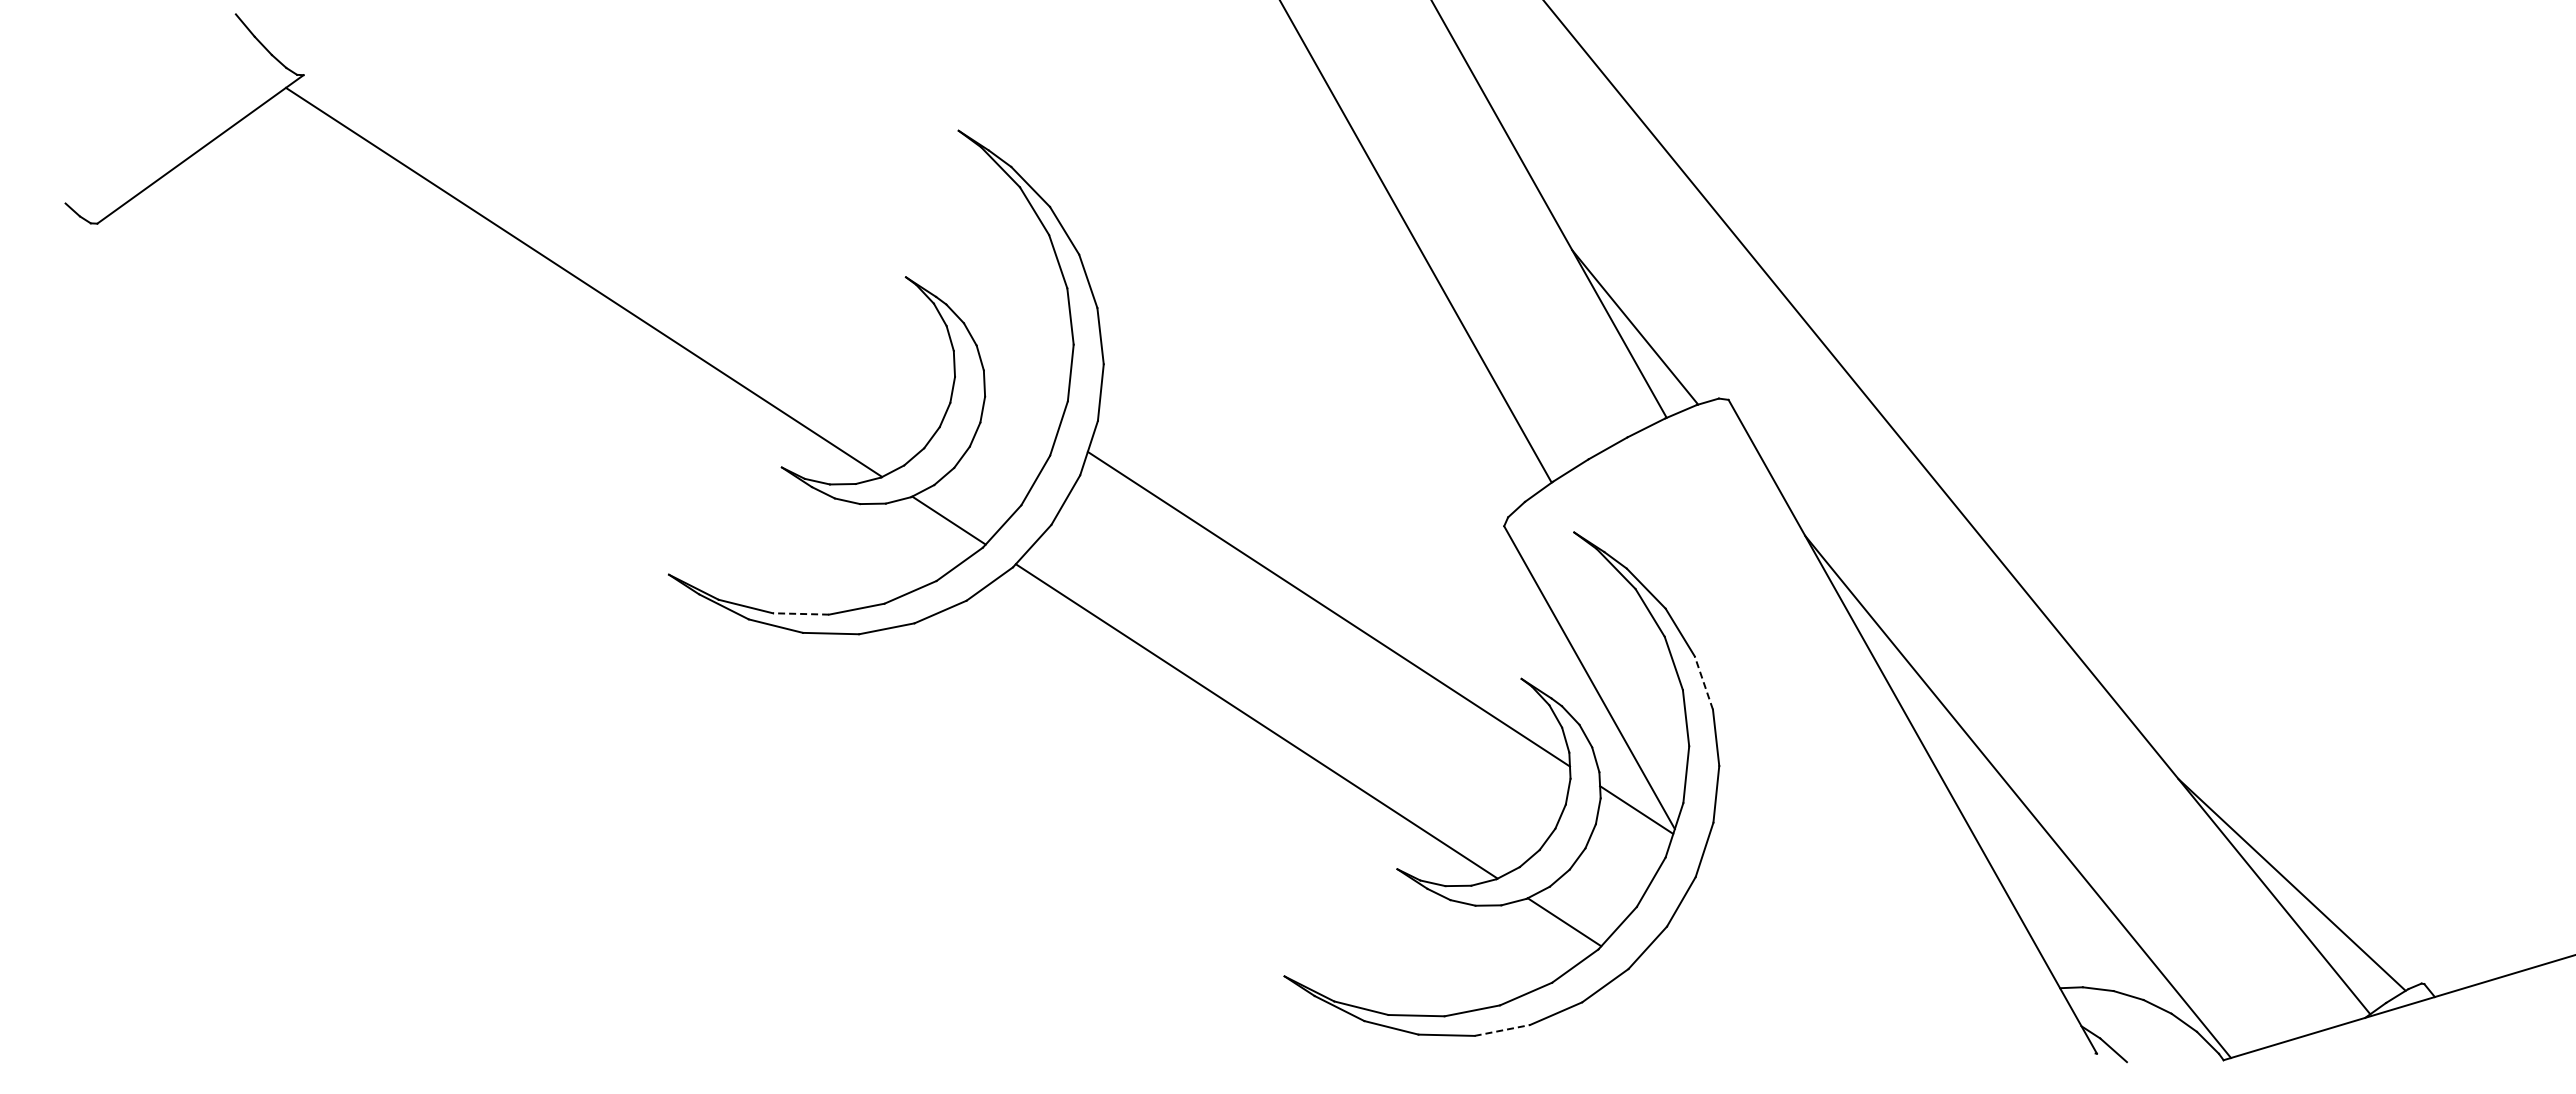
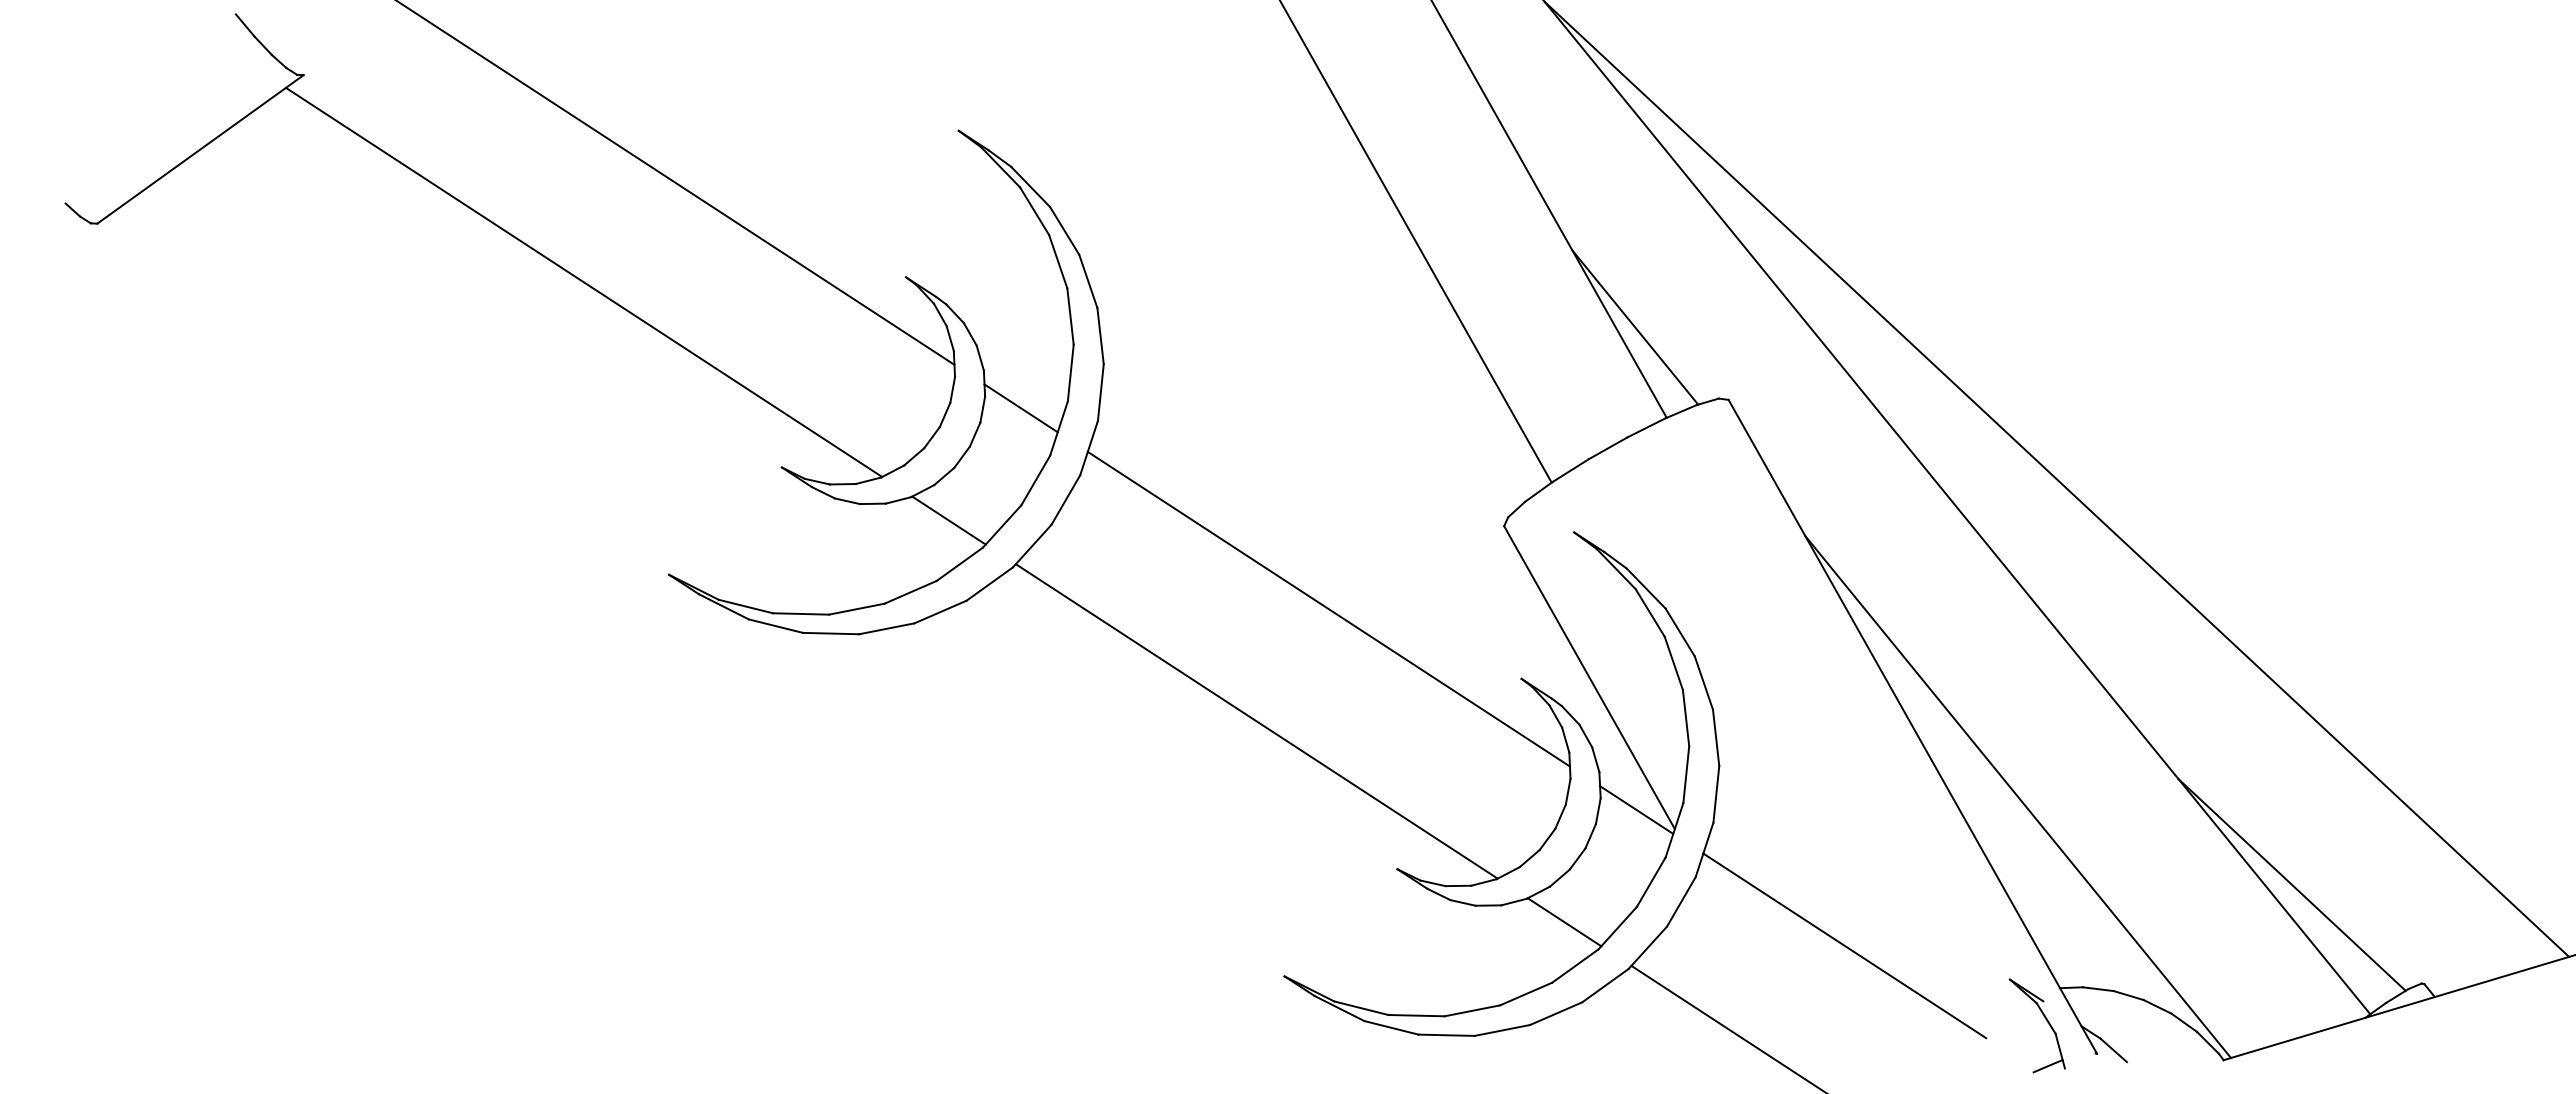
line at (676, 183): none -> present
line at (1020, 408): none -> present
line at (2057, 479): none -> present
line at (800, 613): dashed -> solid
line at (1703, 682): dashed -> solid
line at (1844, 945): none -> present
part at (2046, 1021): none -> present
line at (1726, 1027): none -> present
line at (1502, 1030): dashed -> solid
